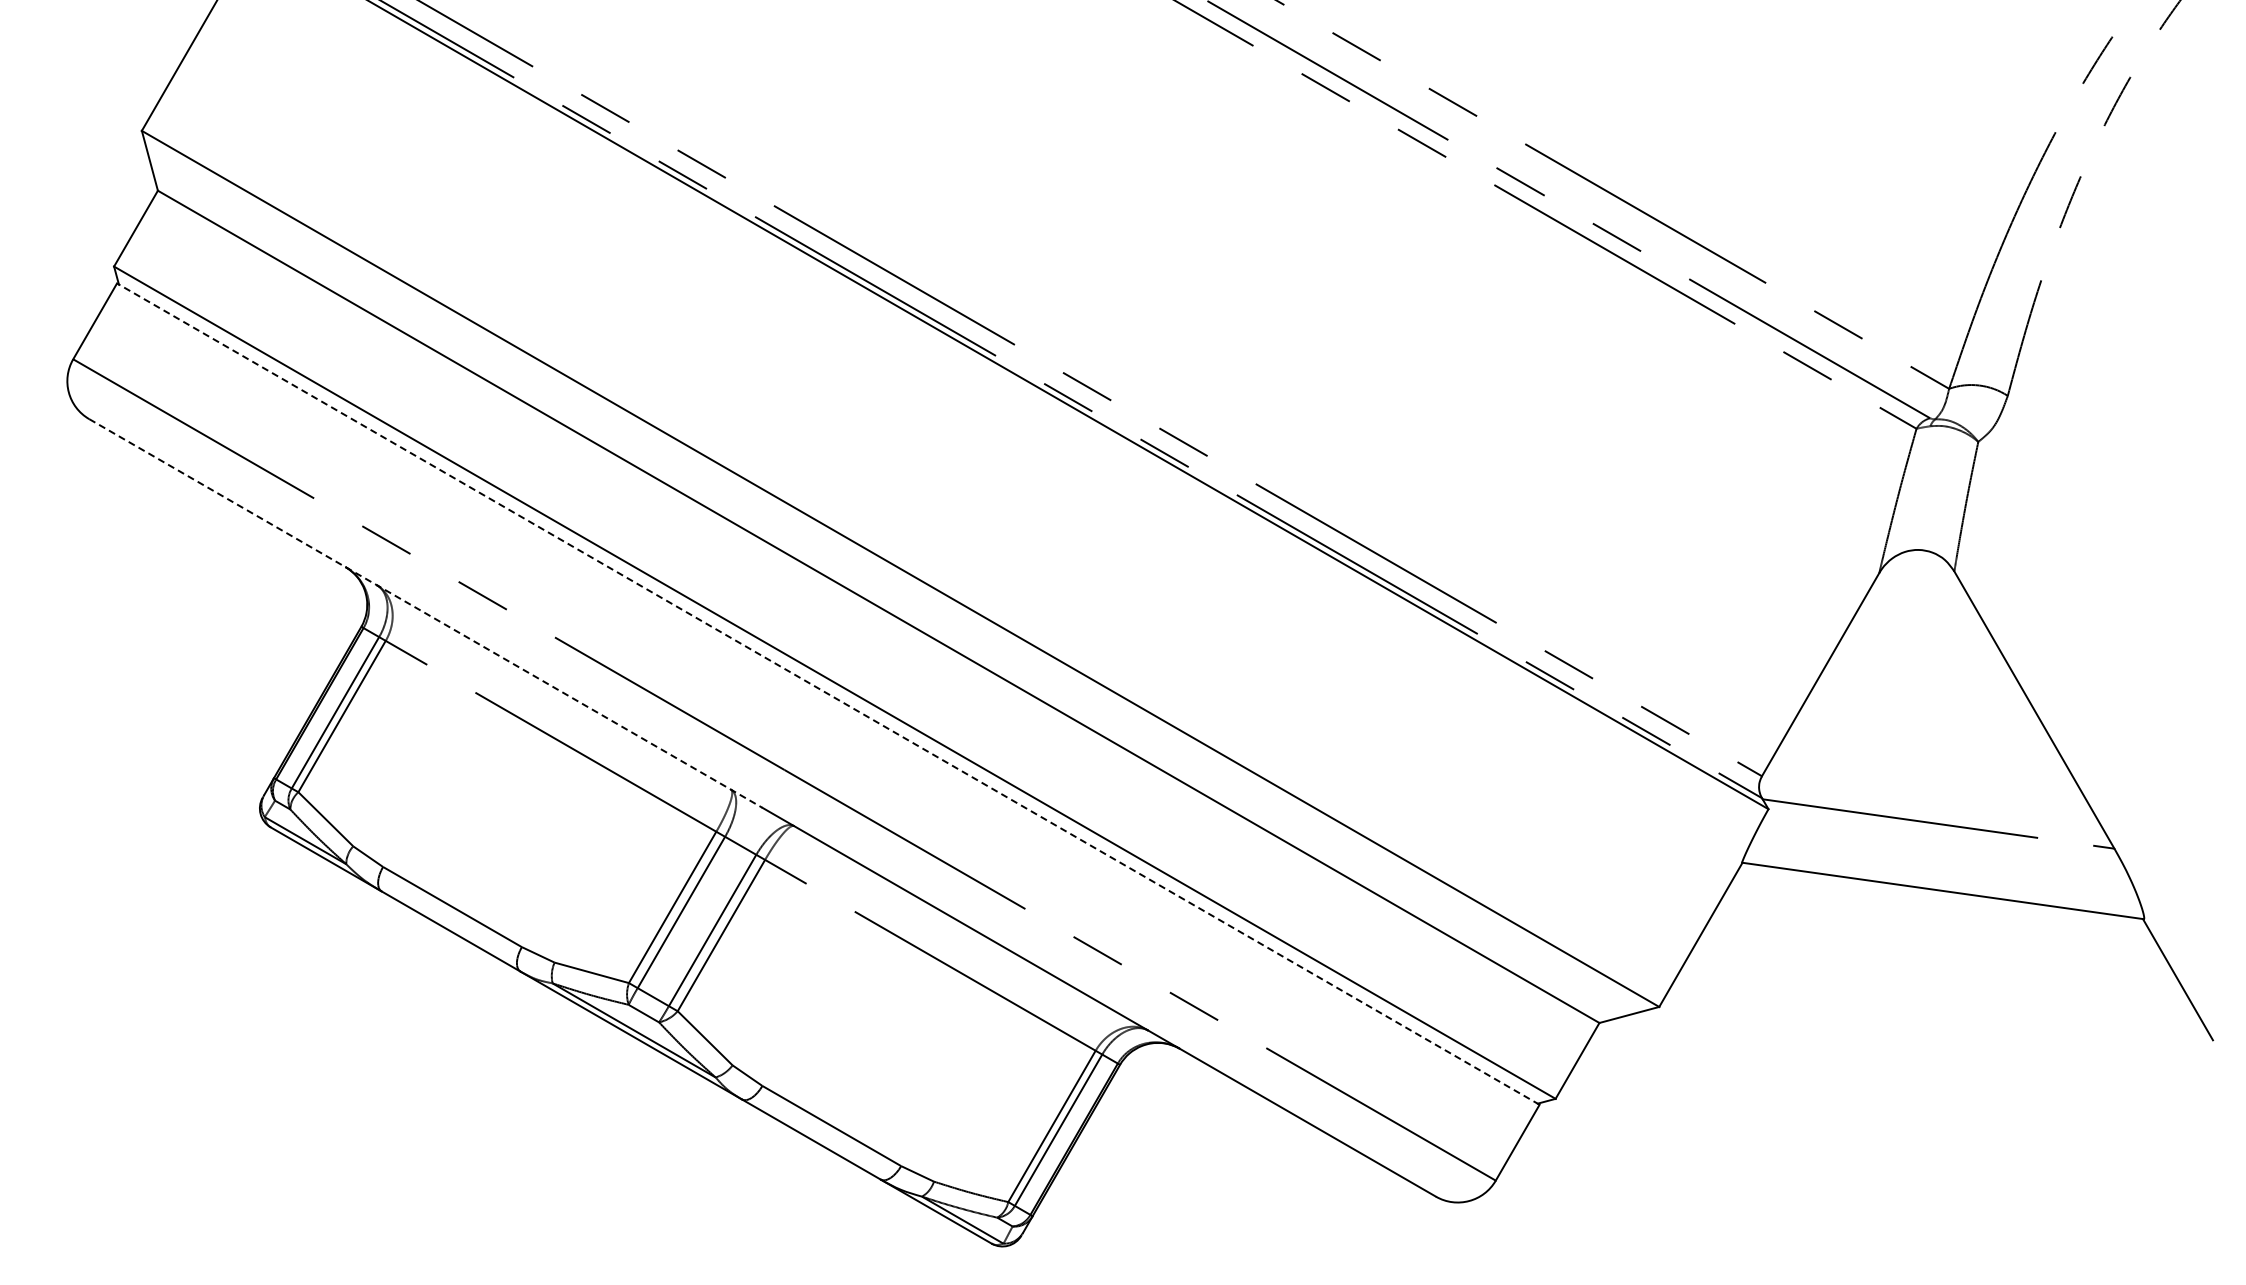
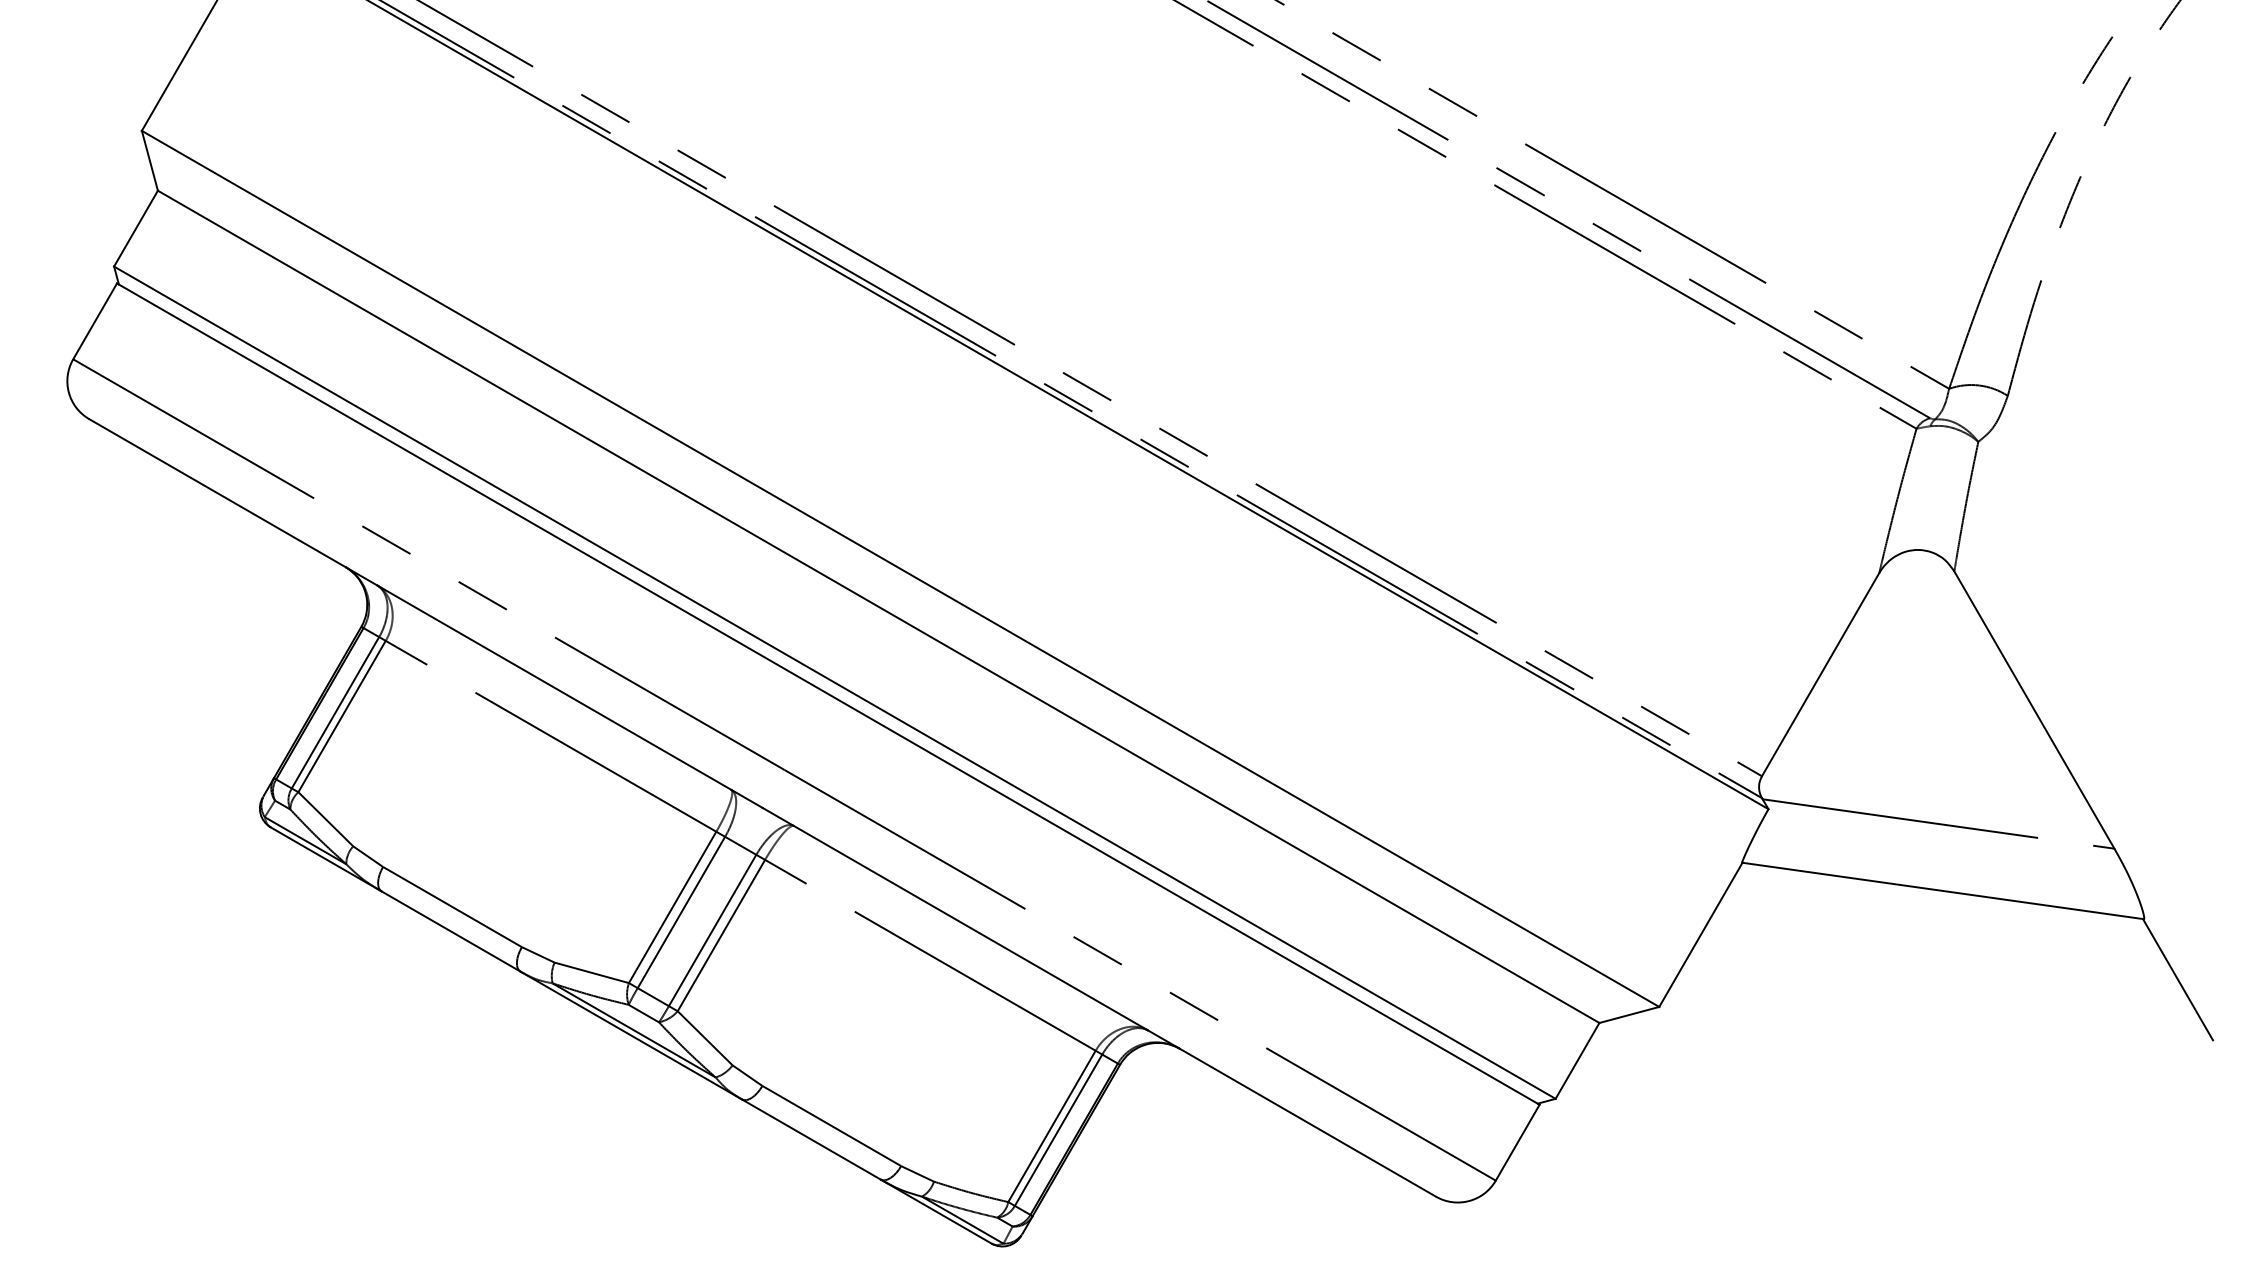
line at (425, 613): dashed -> solid
line at (827, 693): dashed -> solid
